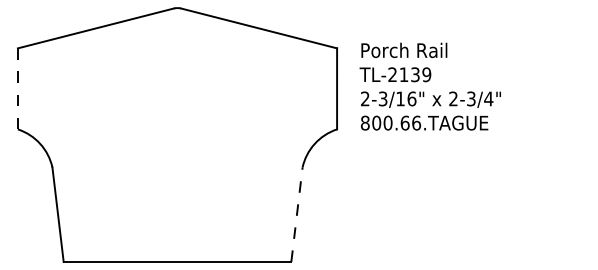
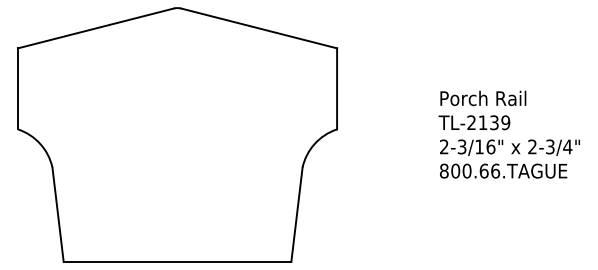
text at (429, 86) position: (429, 86) -> (508, 134)
line at (17, 88): dashed -> solid
line at (296, 214): dashed -> solid
